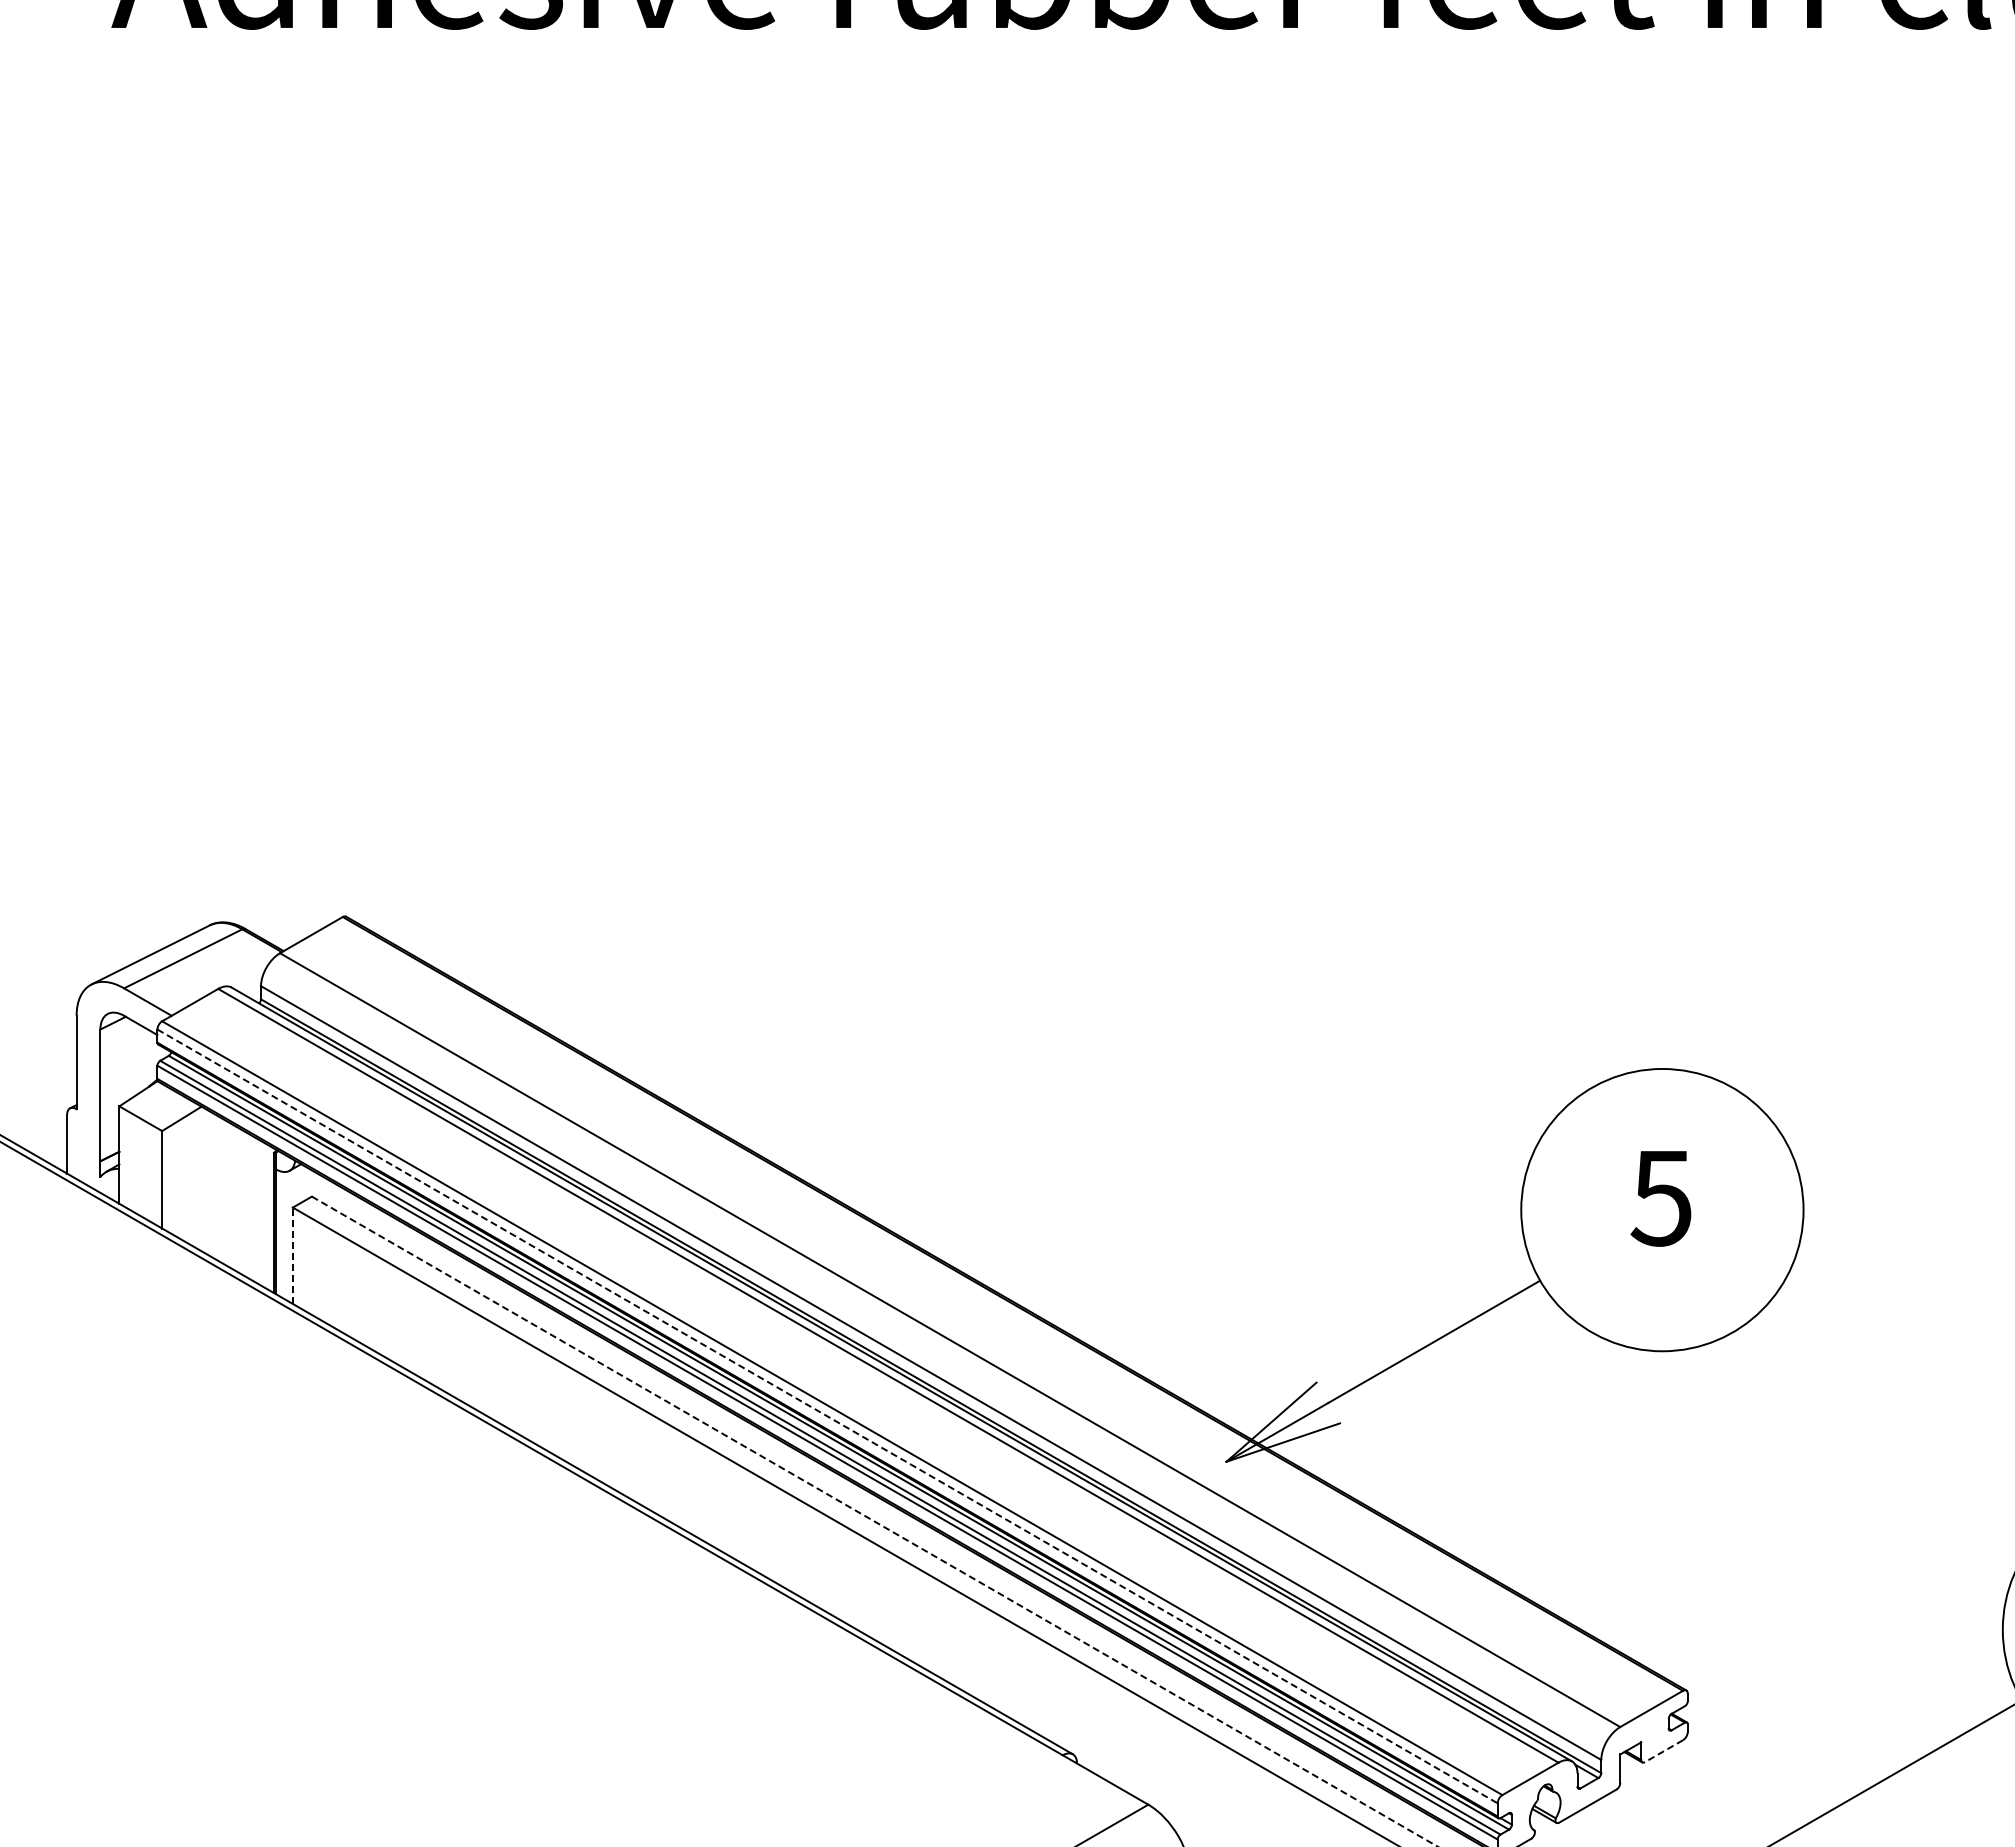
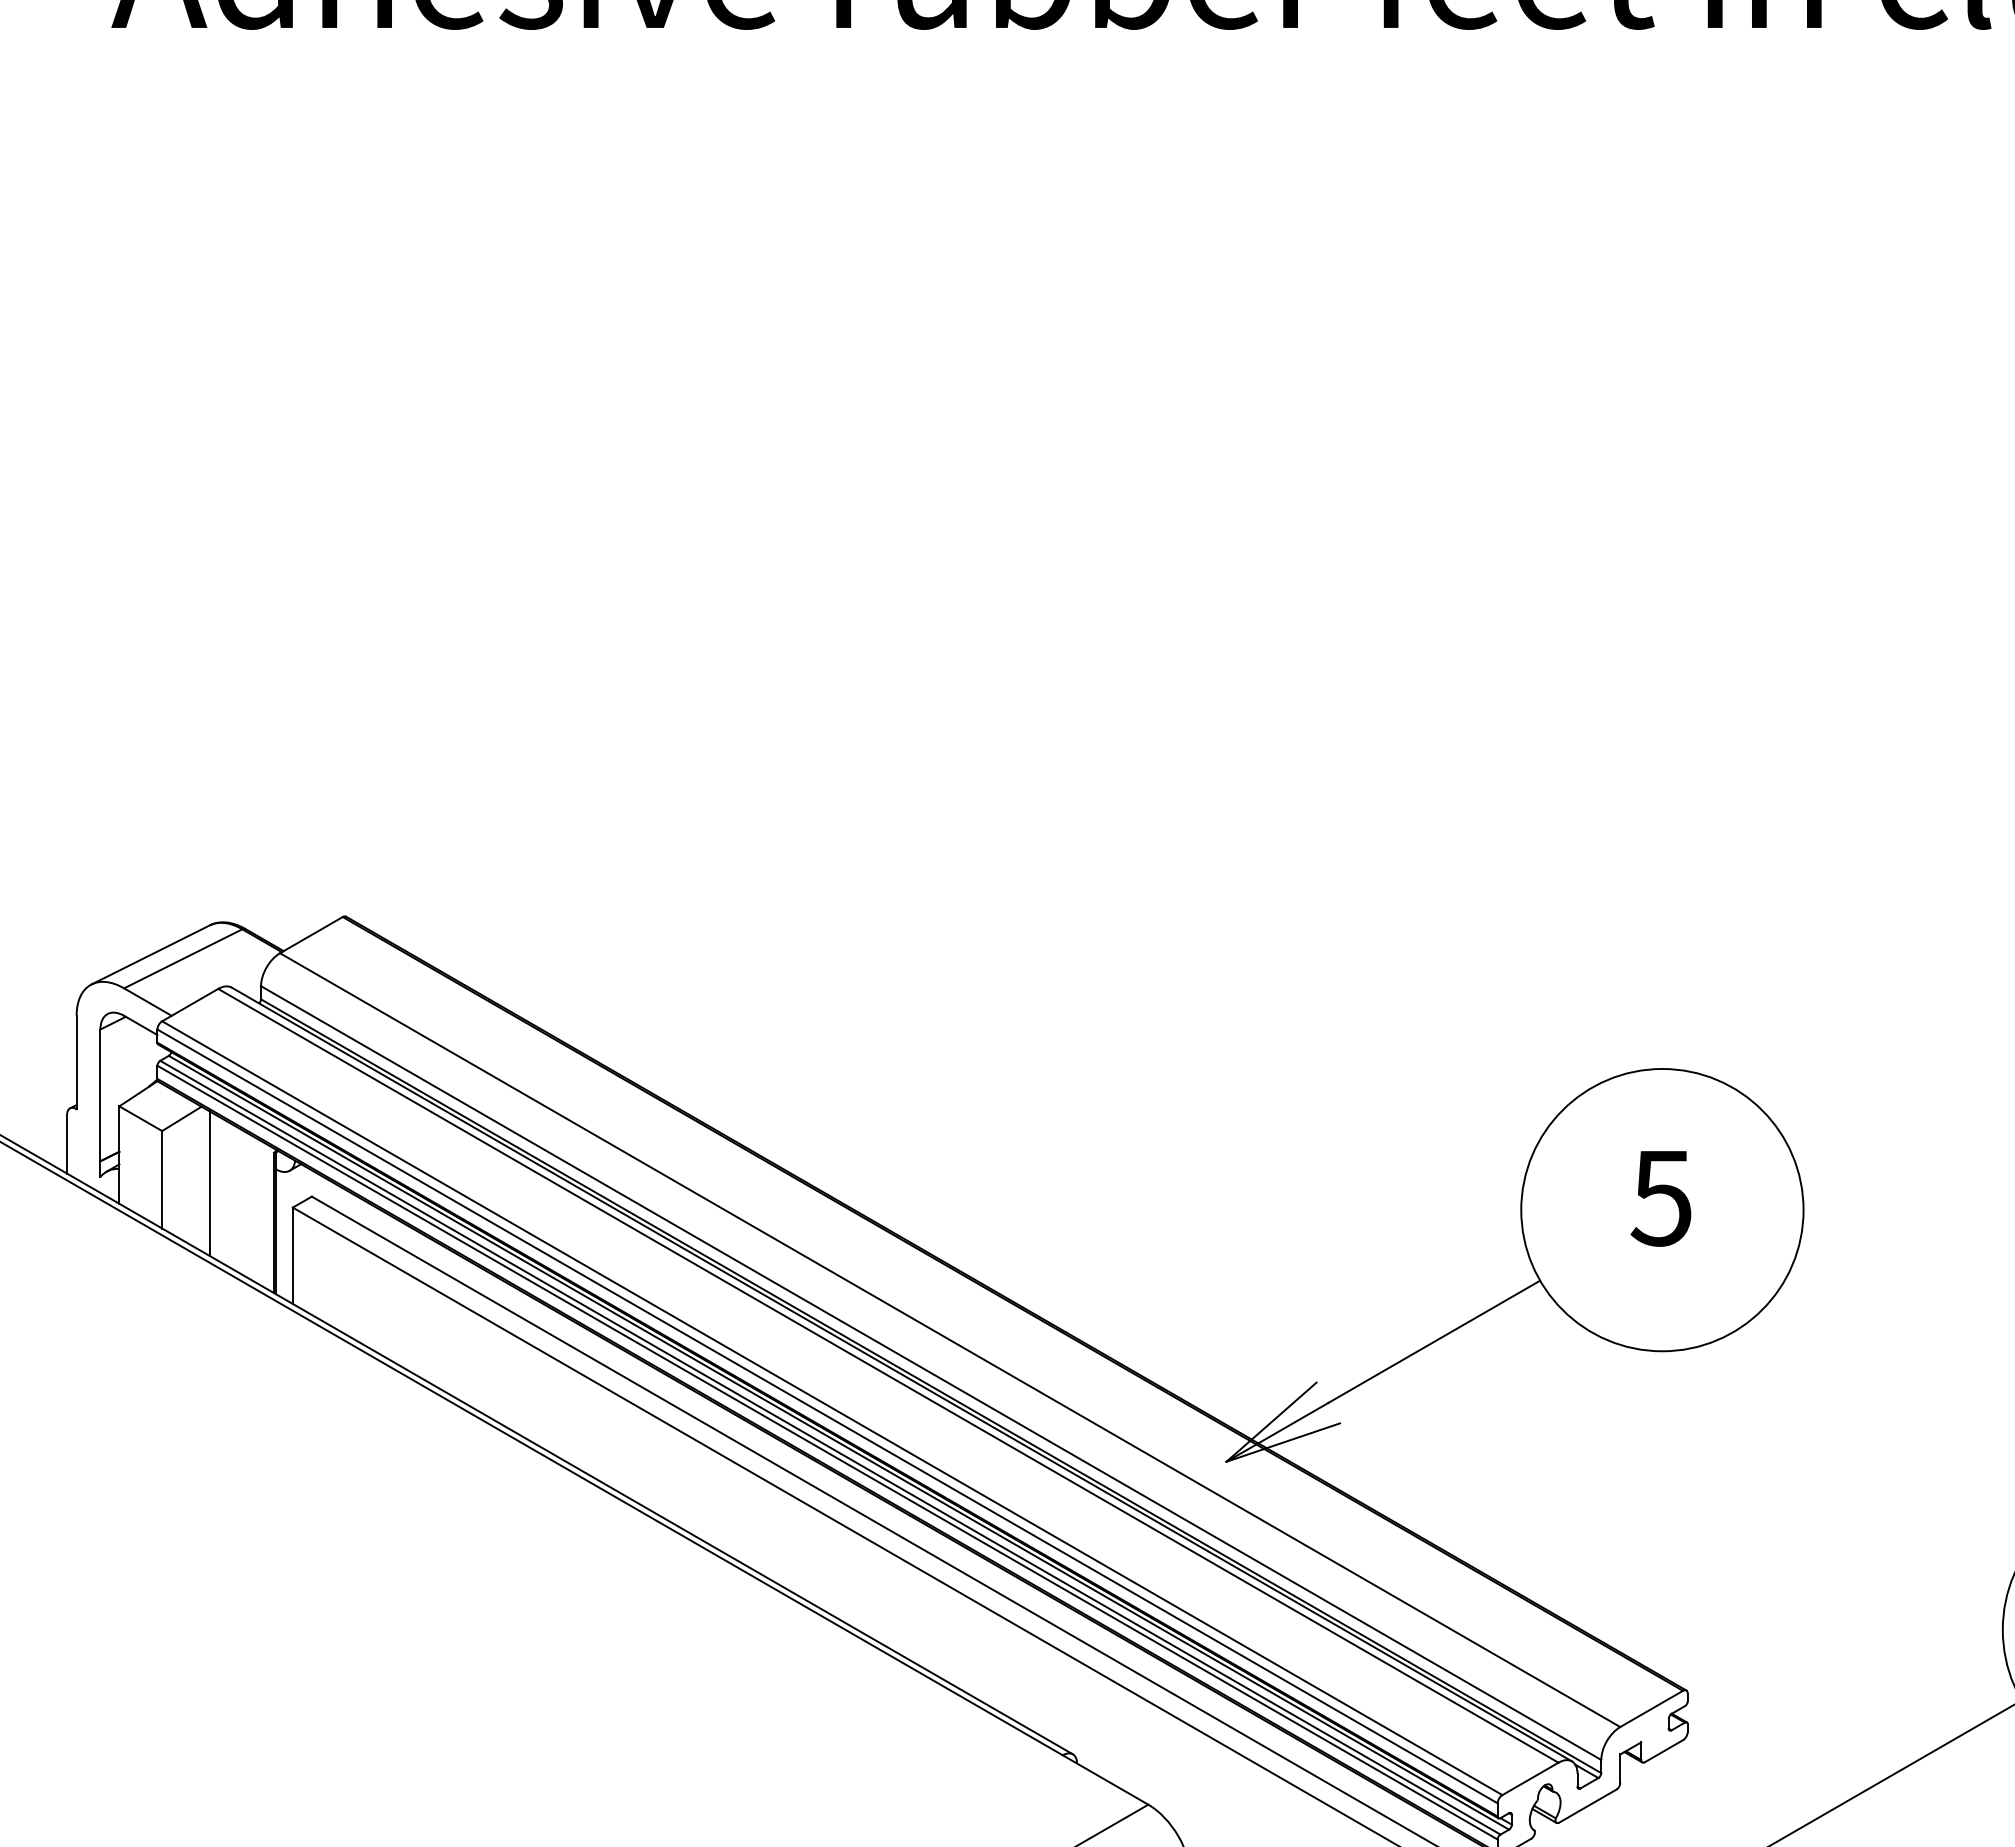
line at (209, 1183): none -> present
line at (292, 1255): dashed -> solid
line at (827, 1416): dashed -> solid
line at (875, 1521): dashed -> solid
line at (1664, 1751): dashed -> solid
